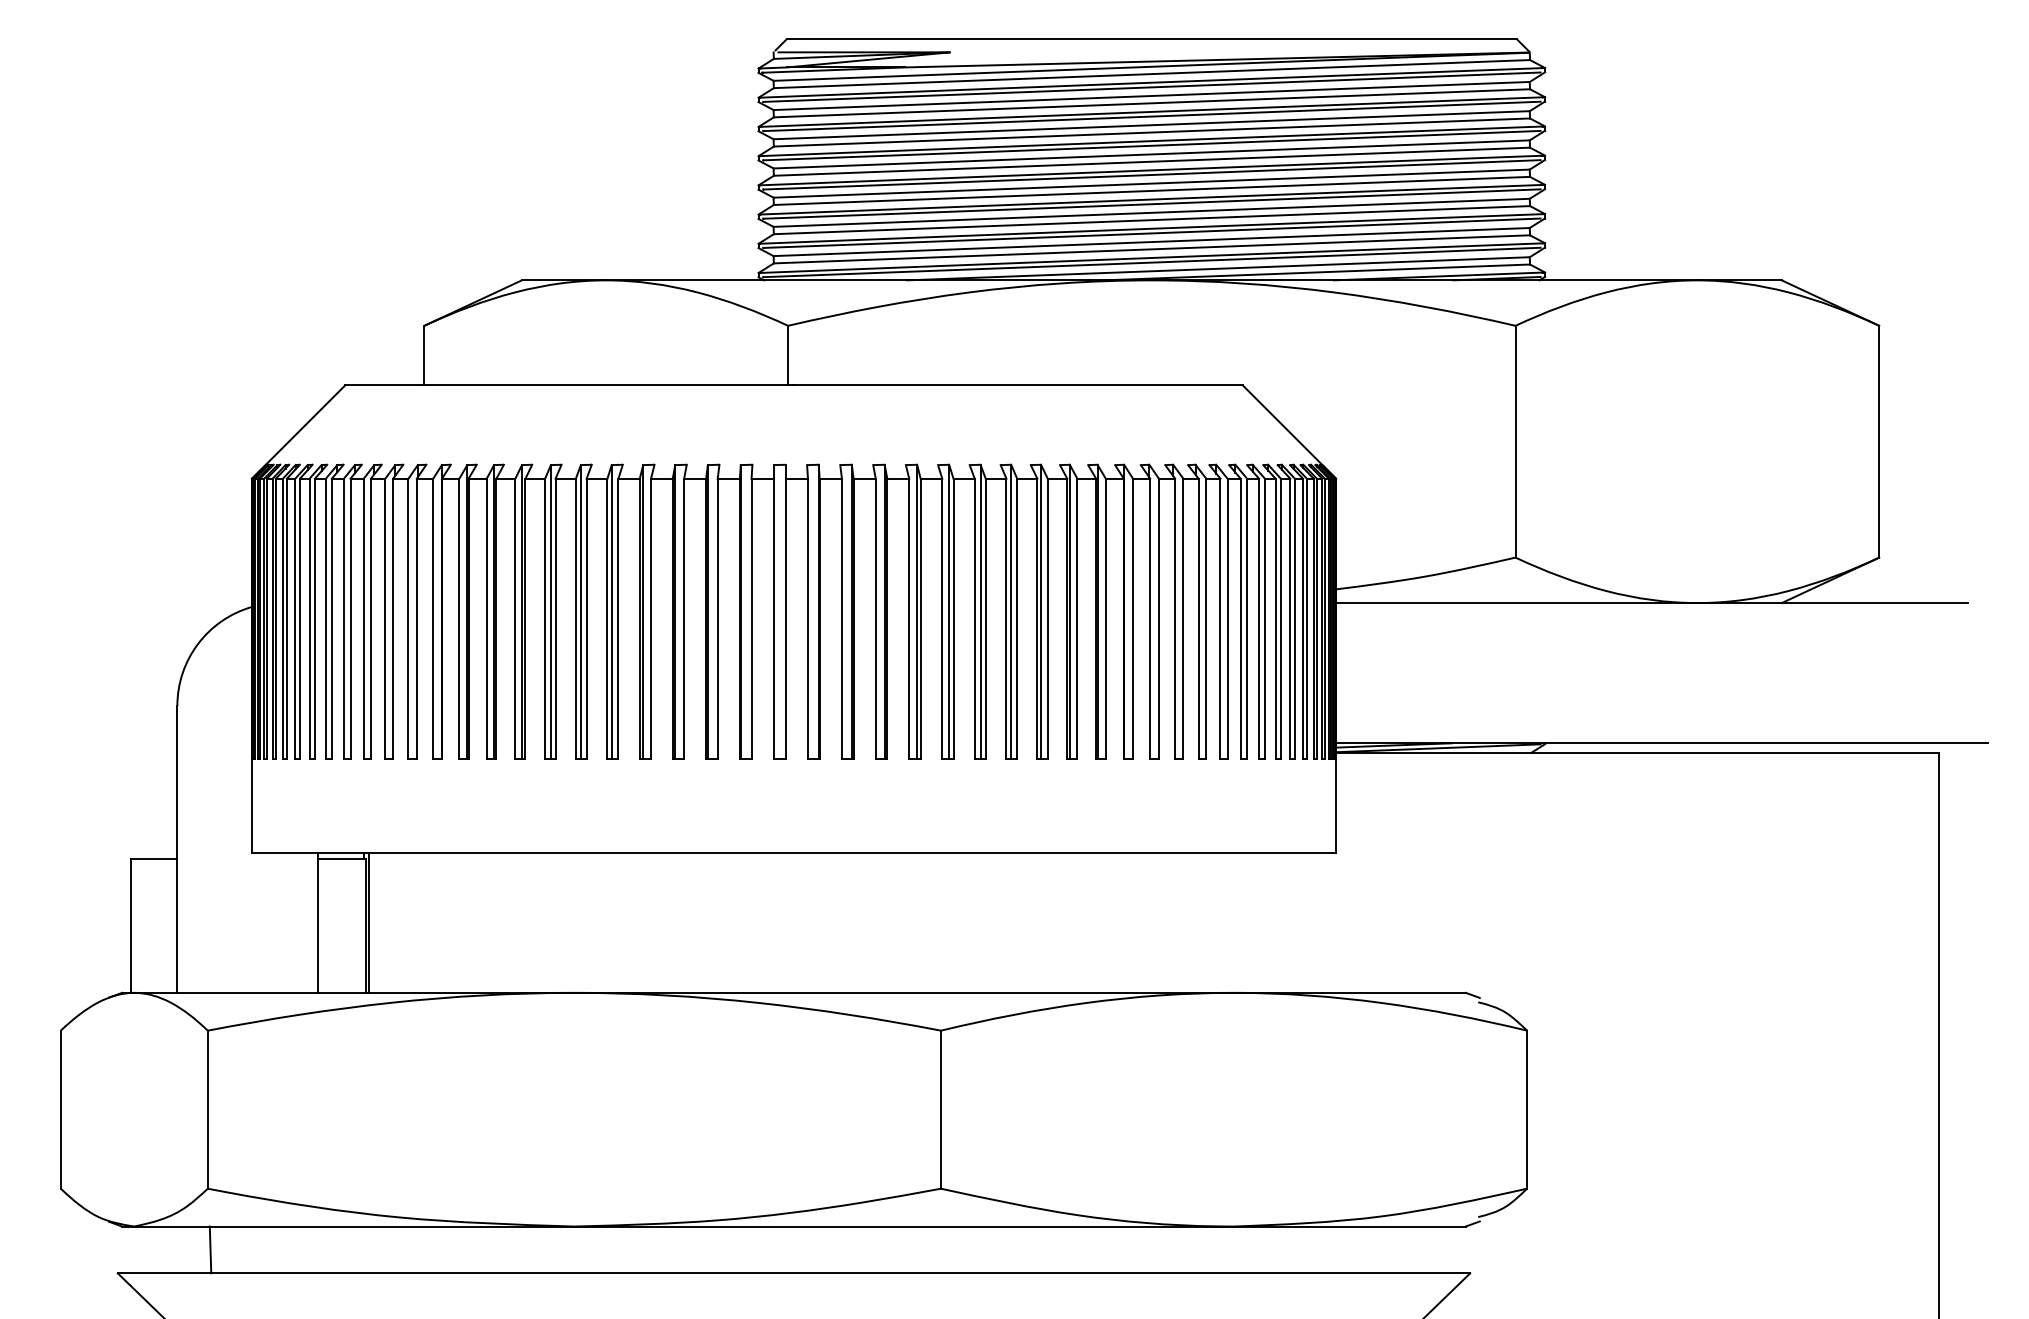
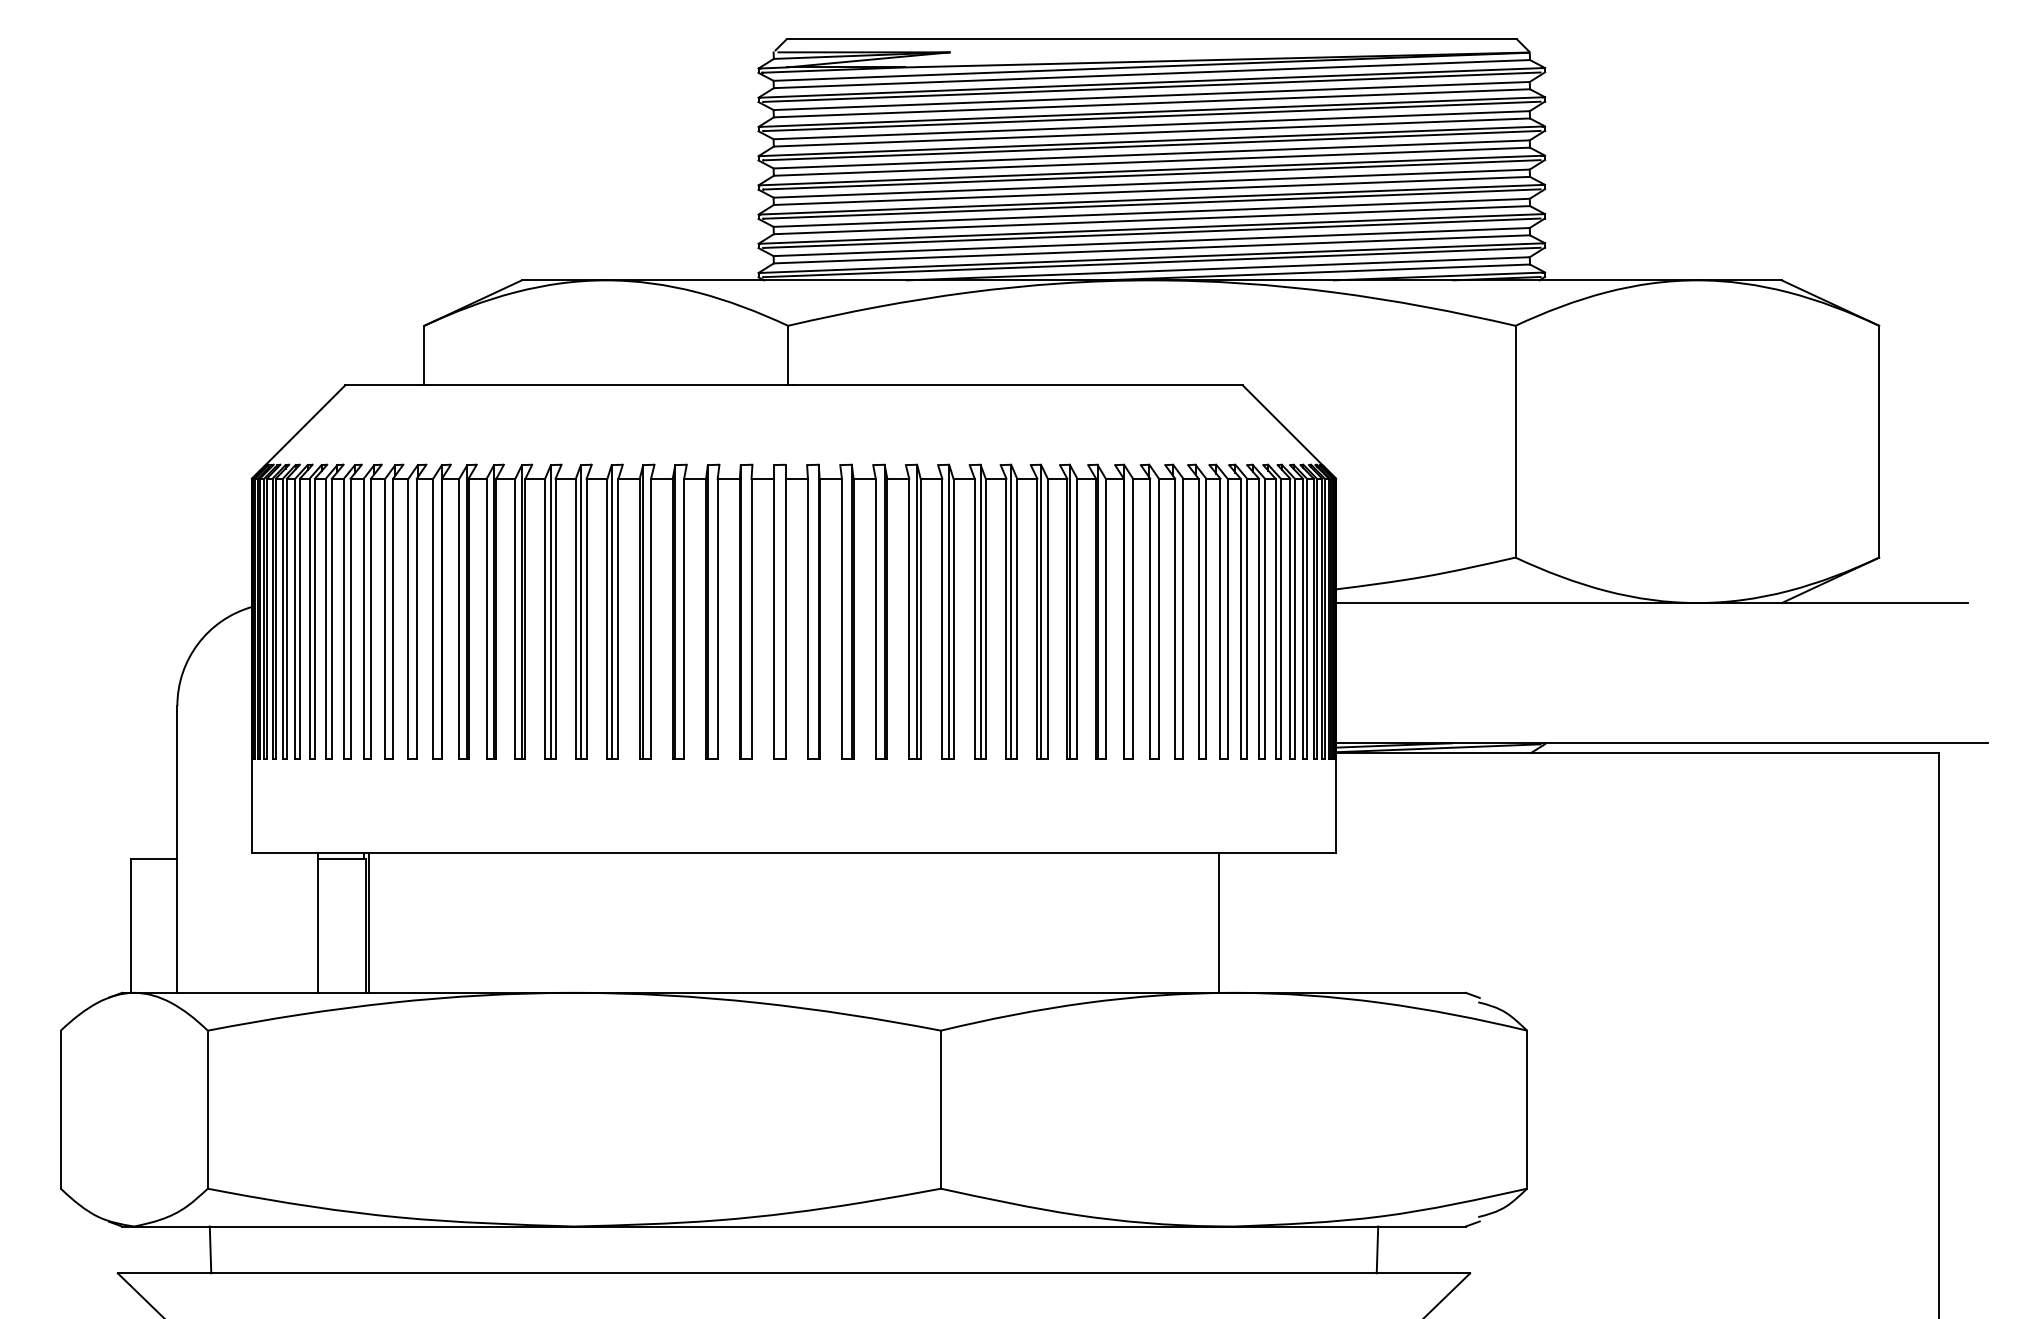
line at (1219, 922): none -> present
line at (1377, 1249): none -> present
